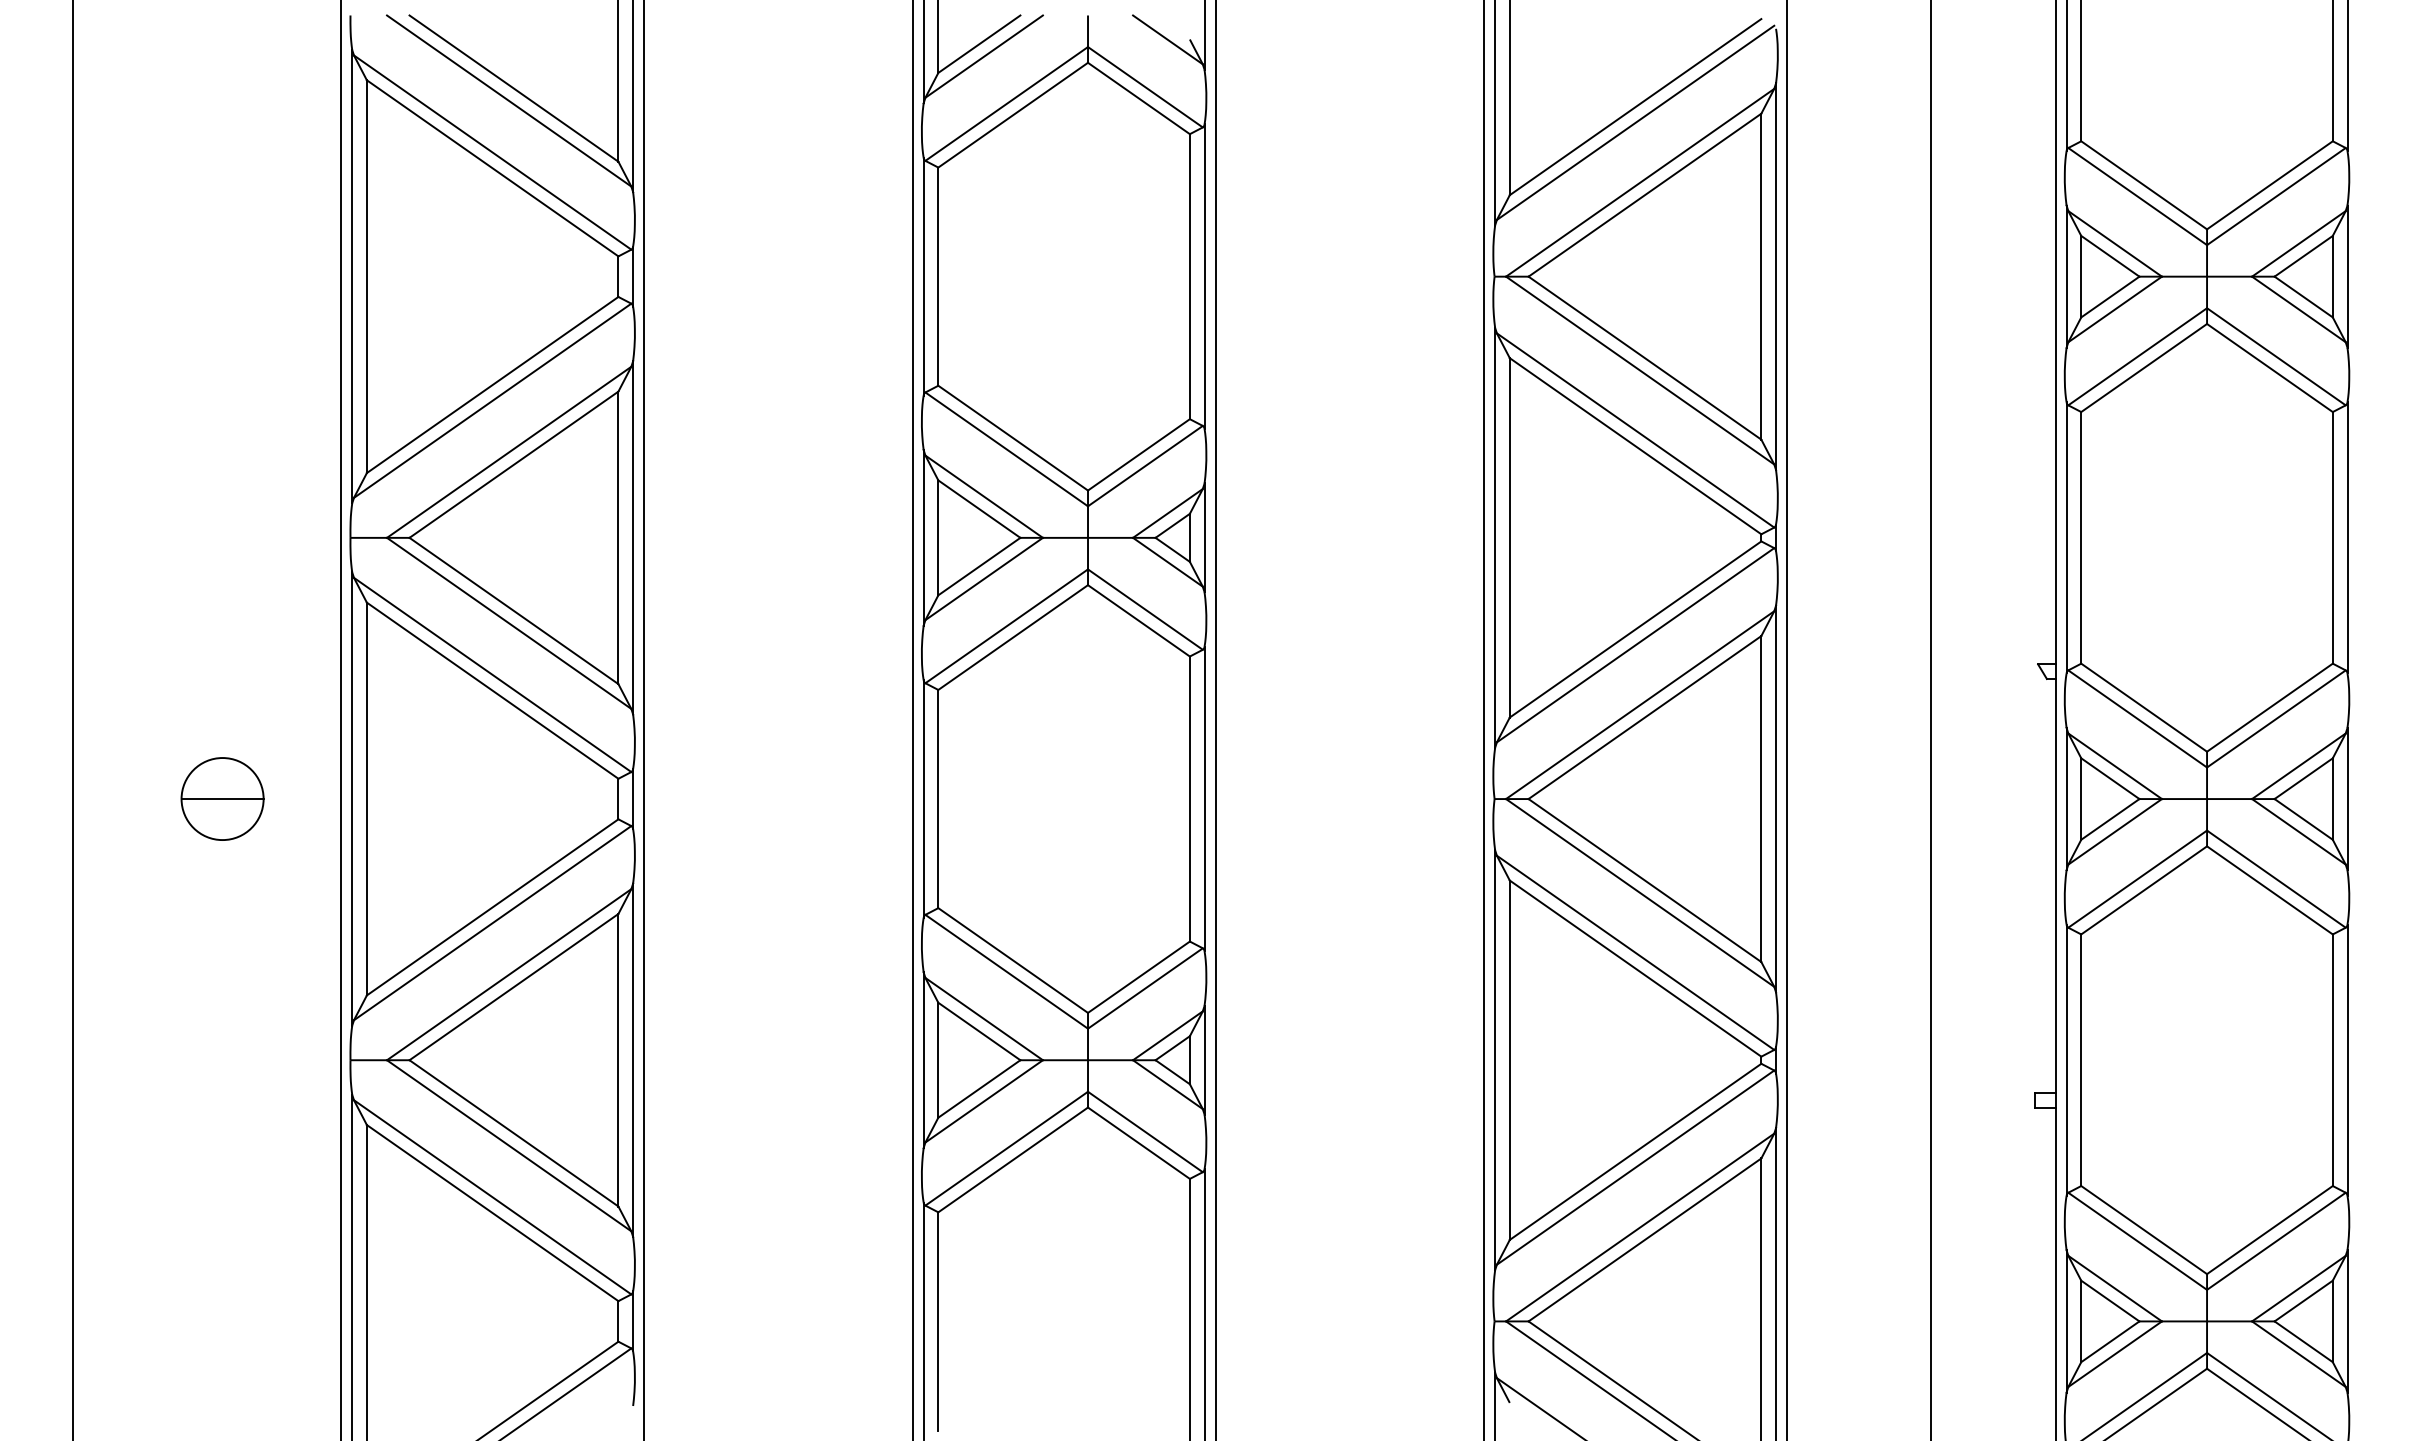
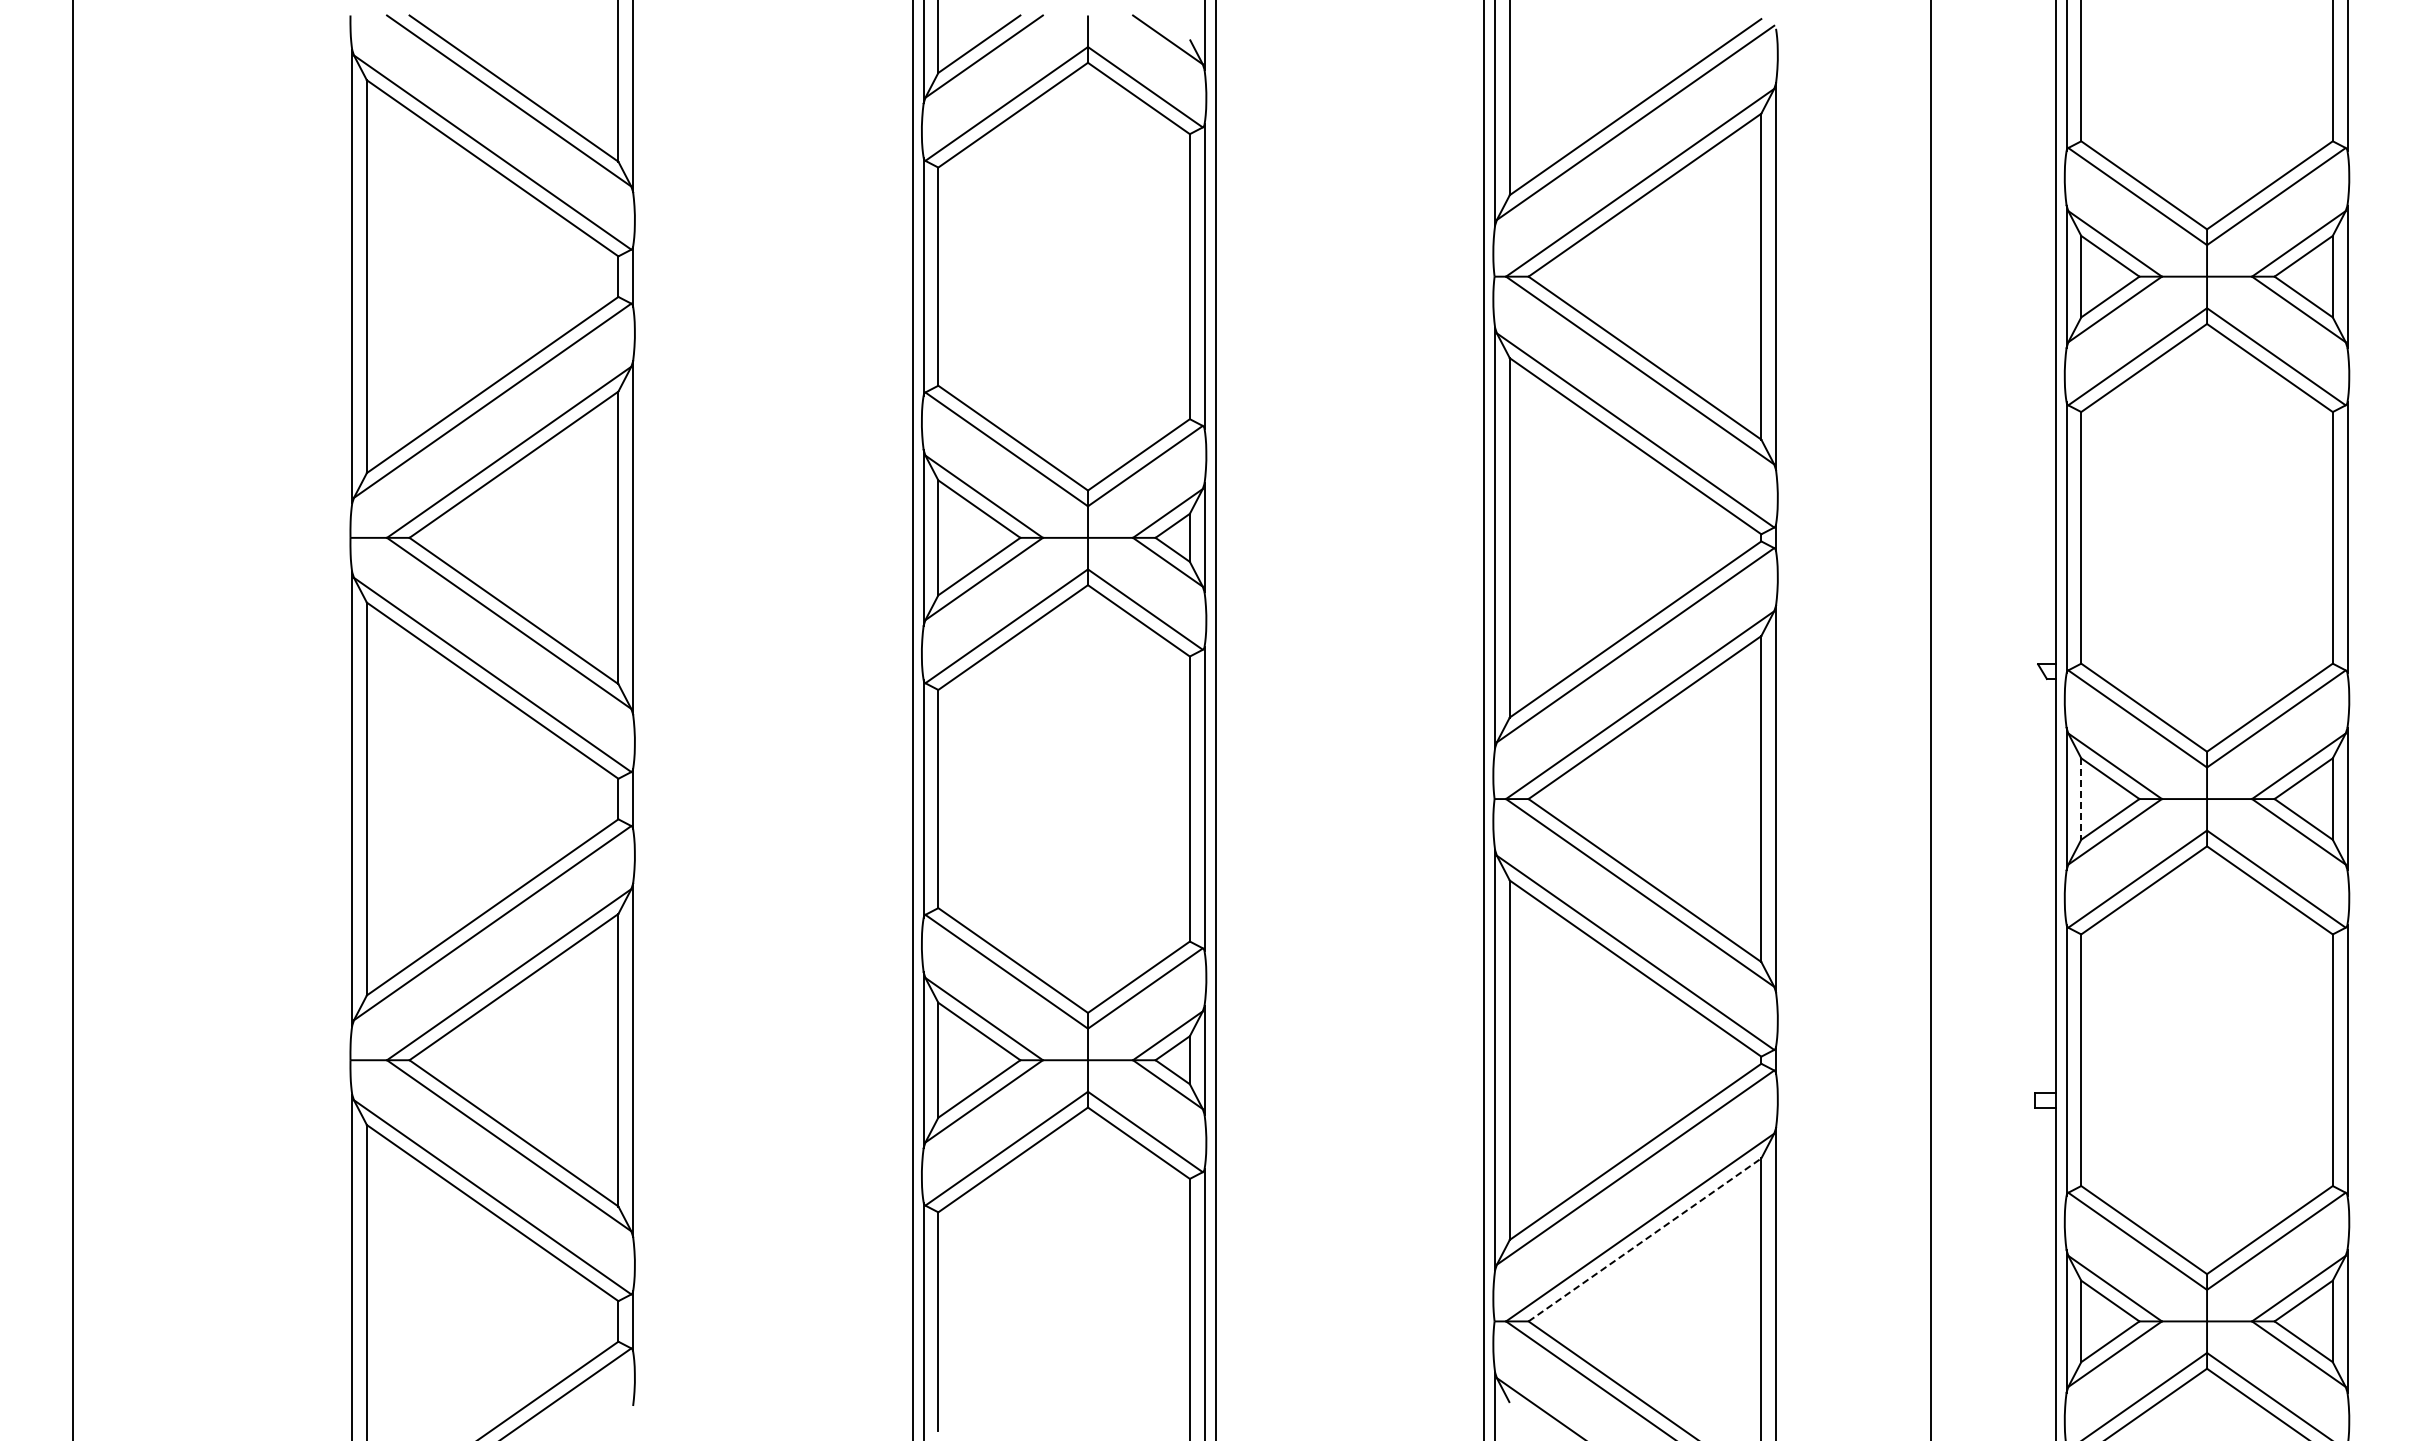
line at (341, 719): present -> none
line at (644, 719): present -> none
line at (1787, 719): present -> none
part at (222, 798): present -> none
line at (2081, 799): solid -> dashed
line at (1645, 1239): solid -> dashed
